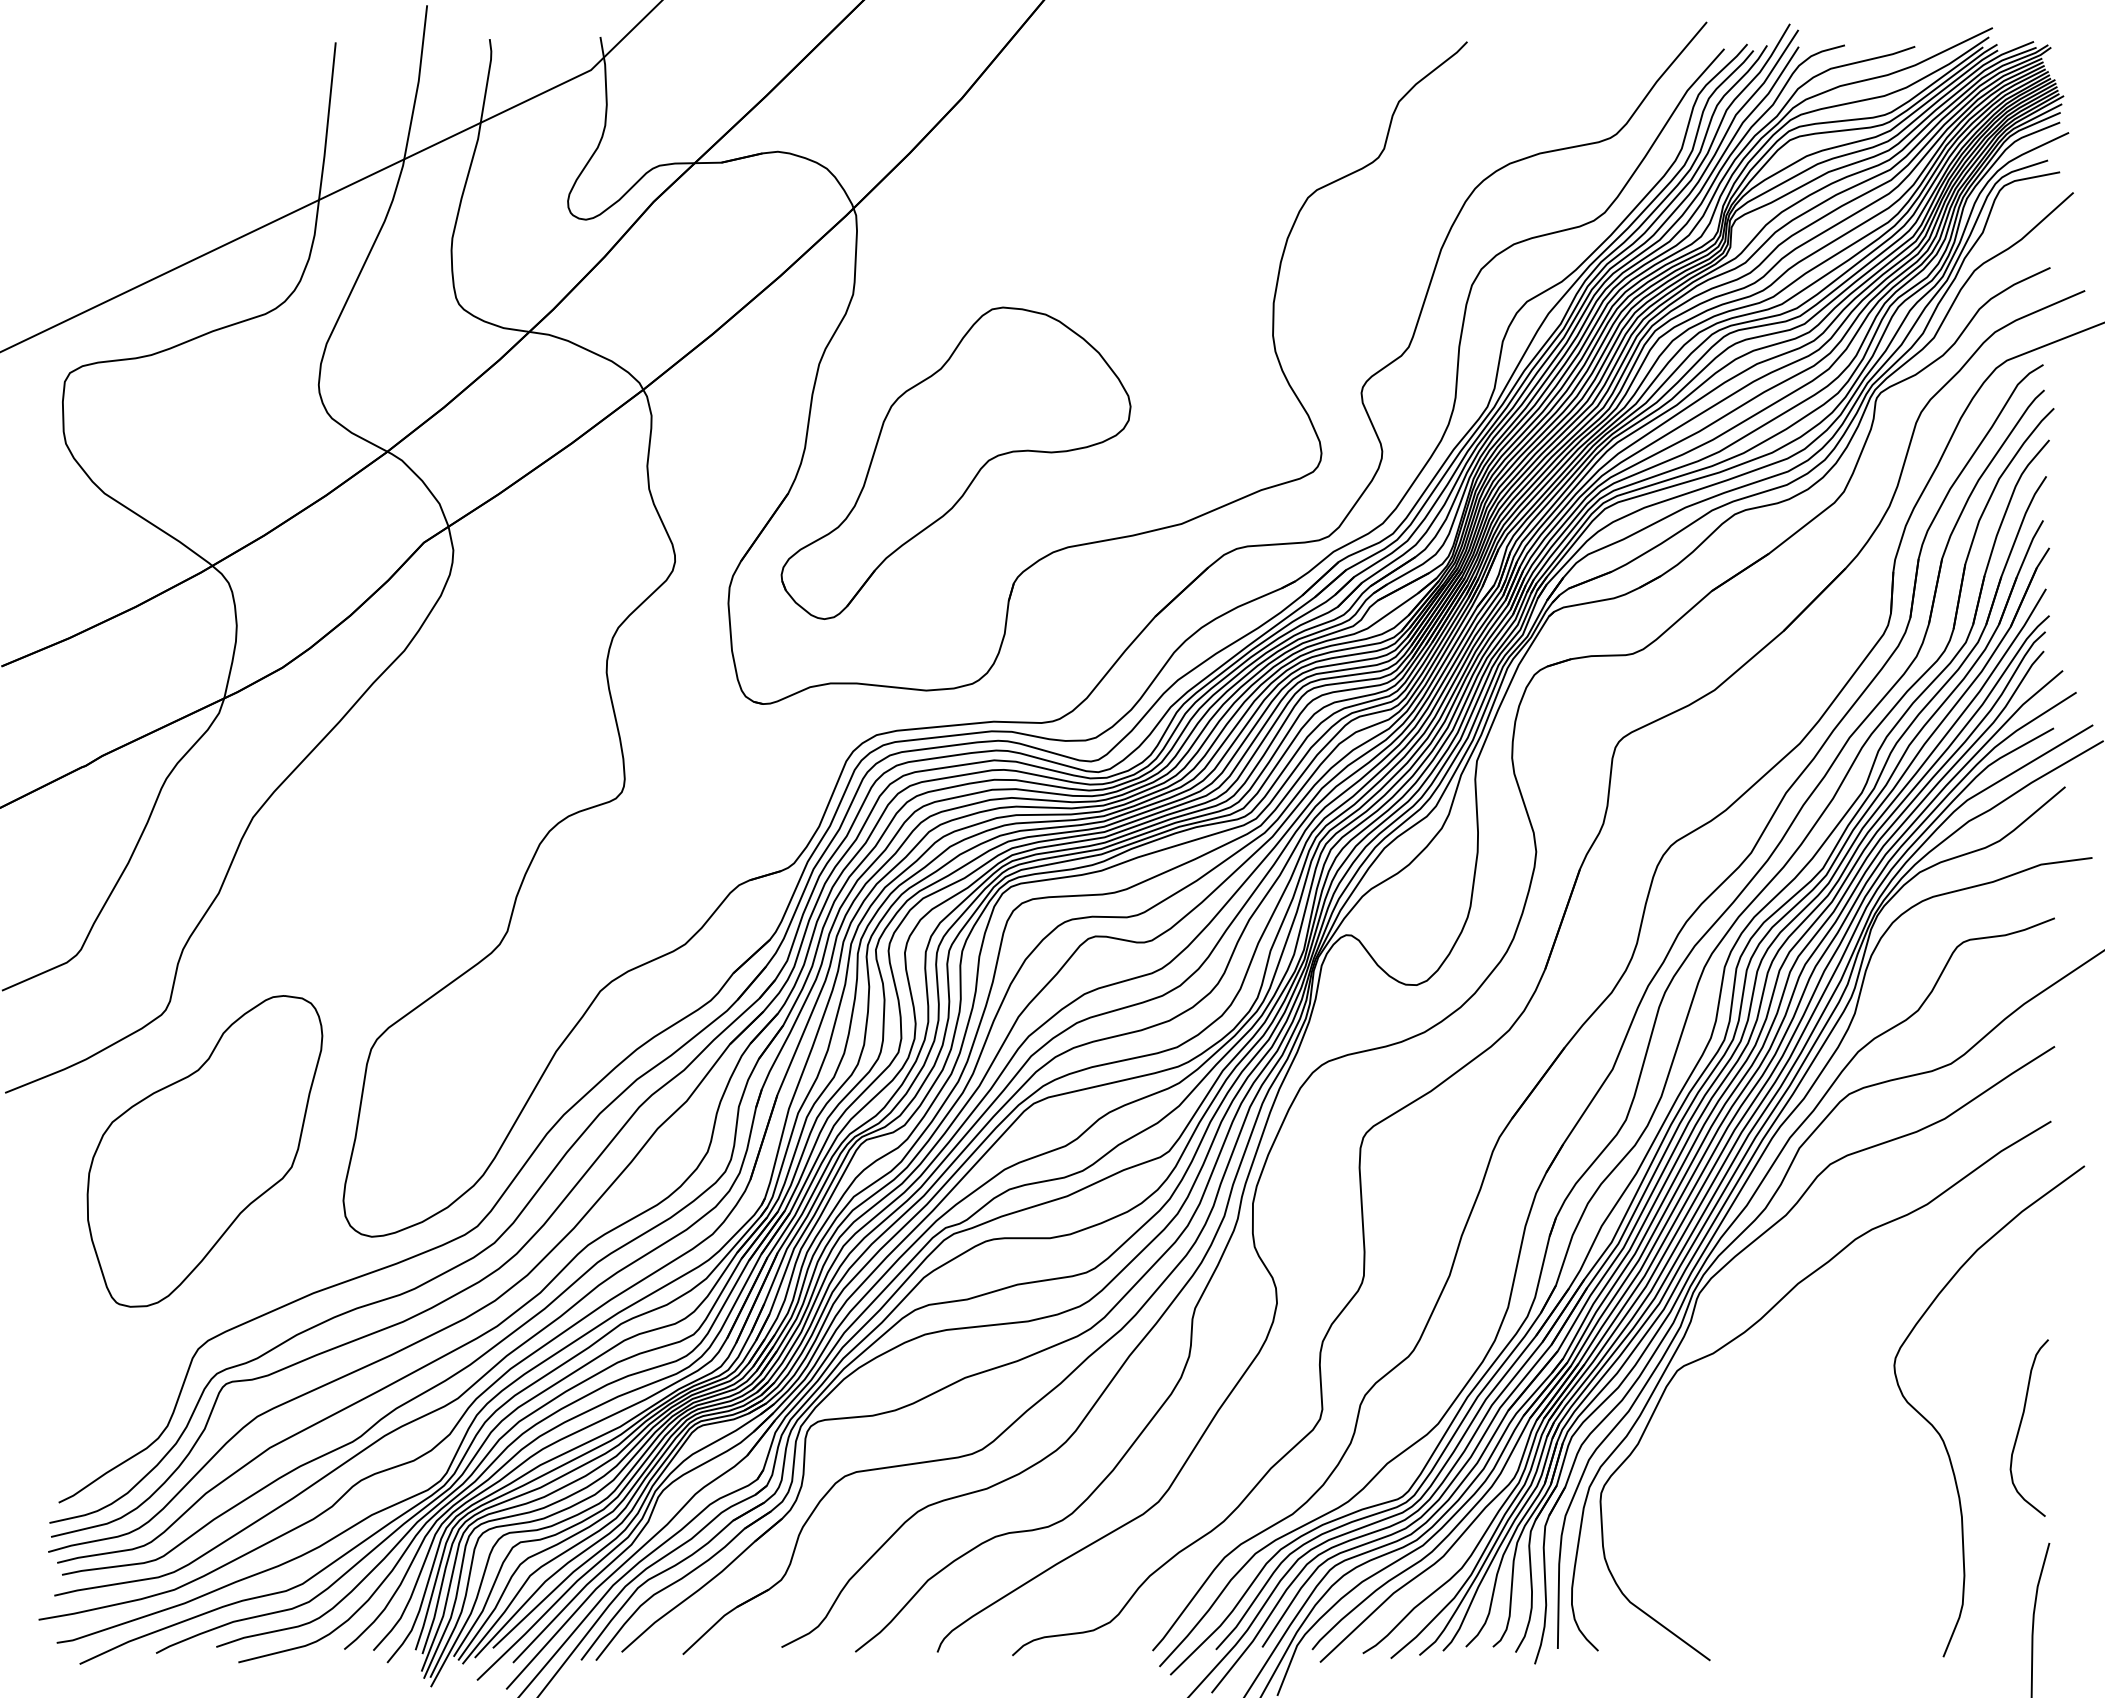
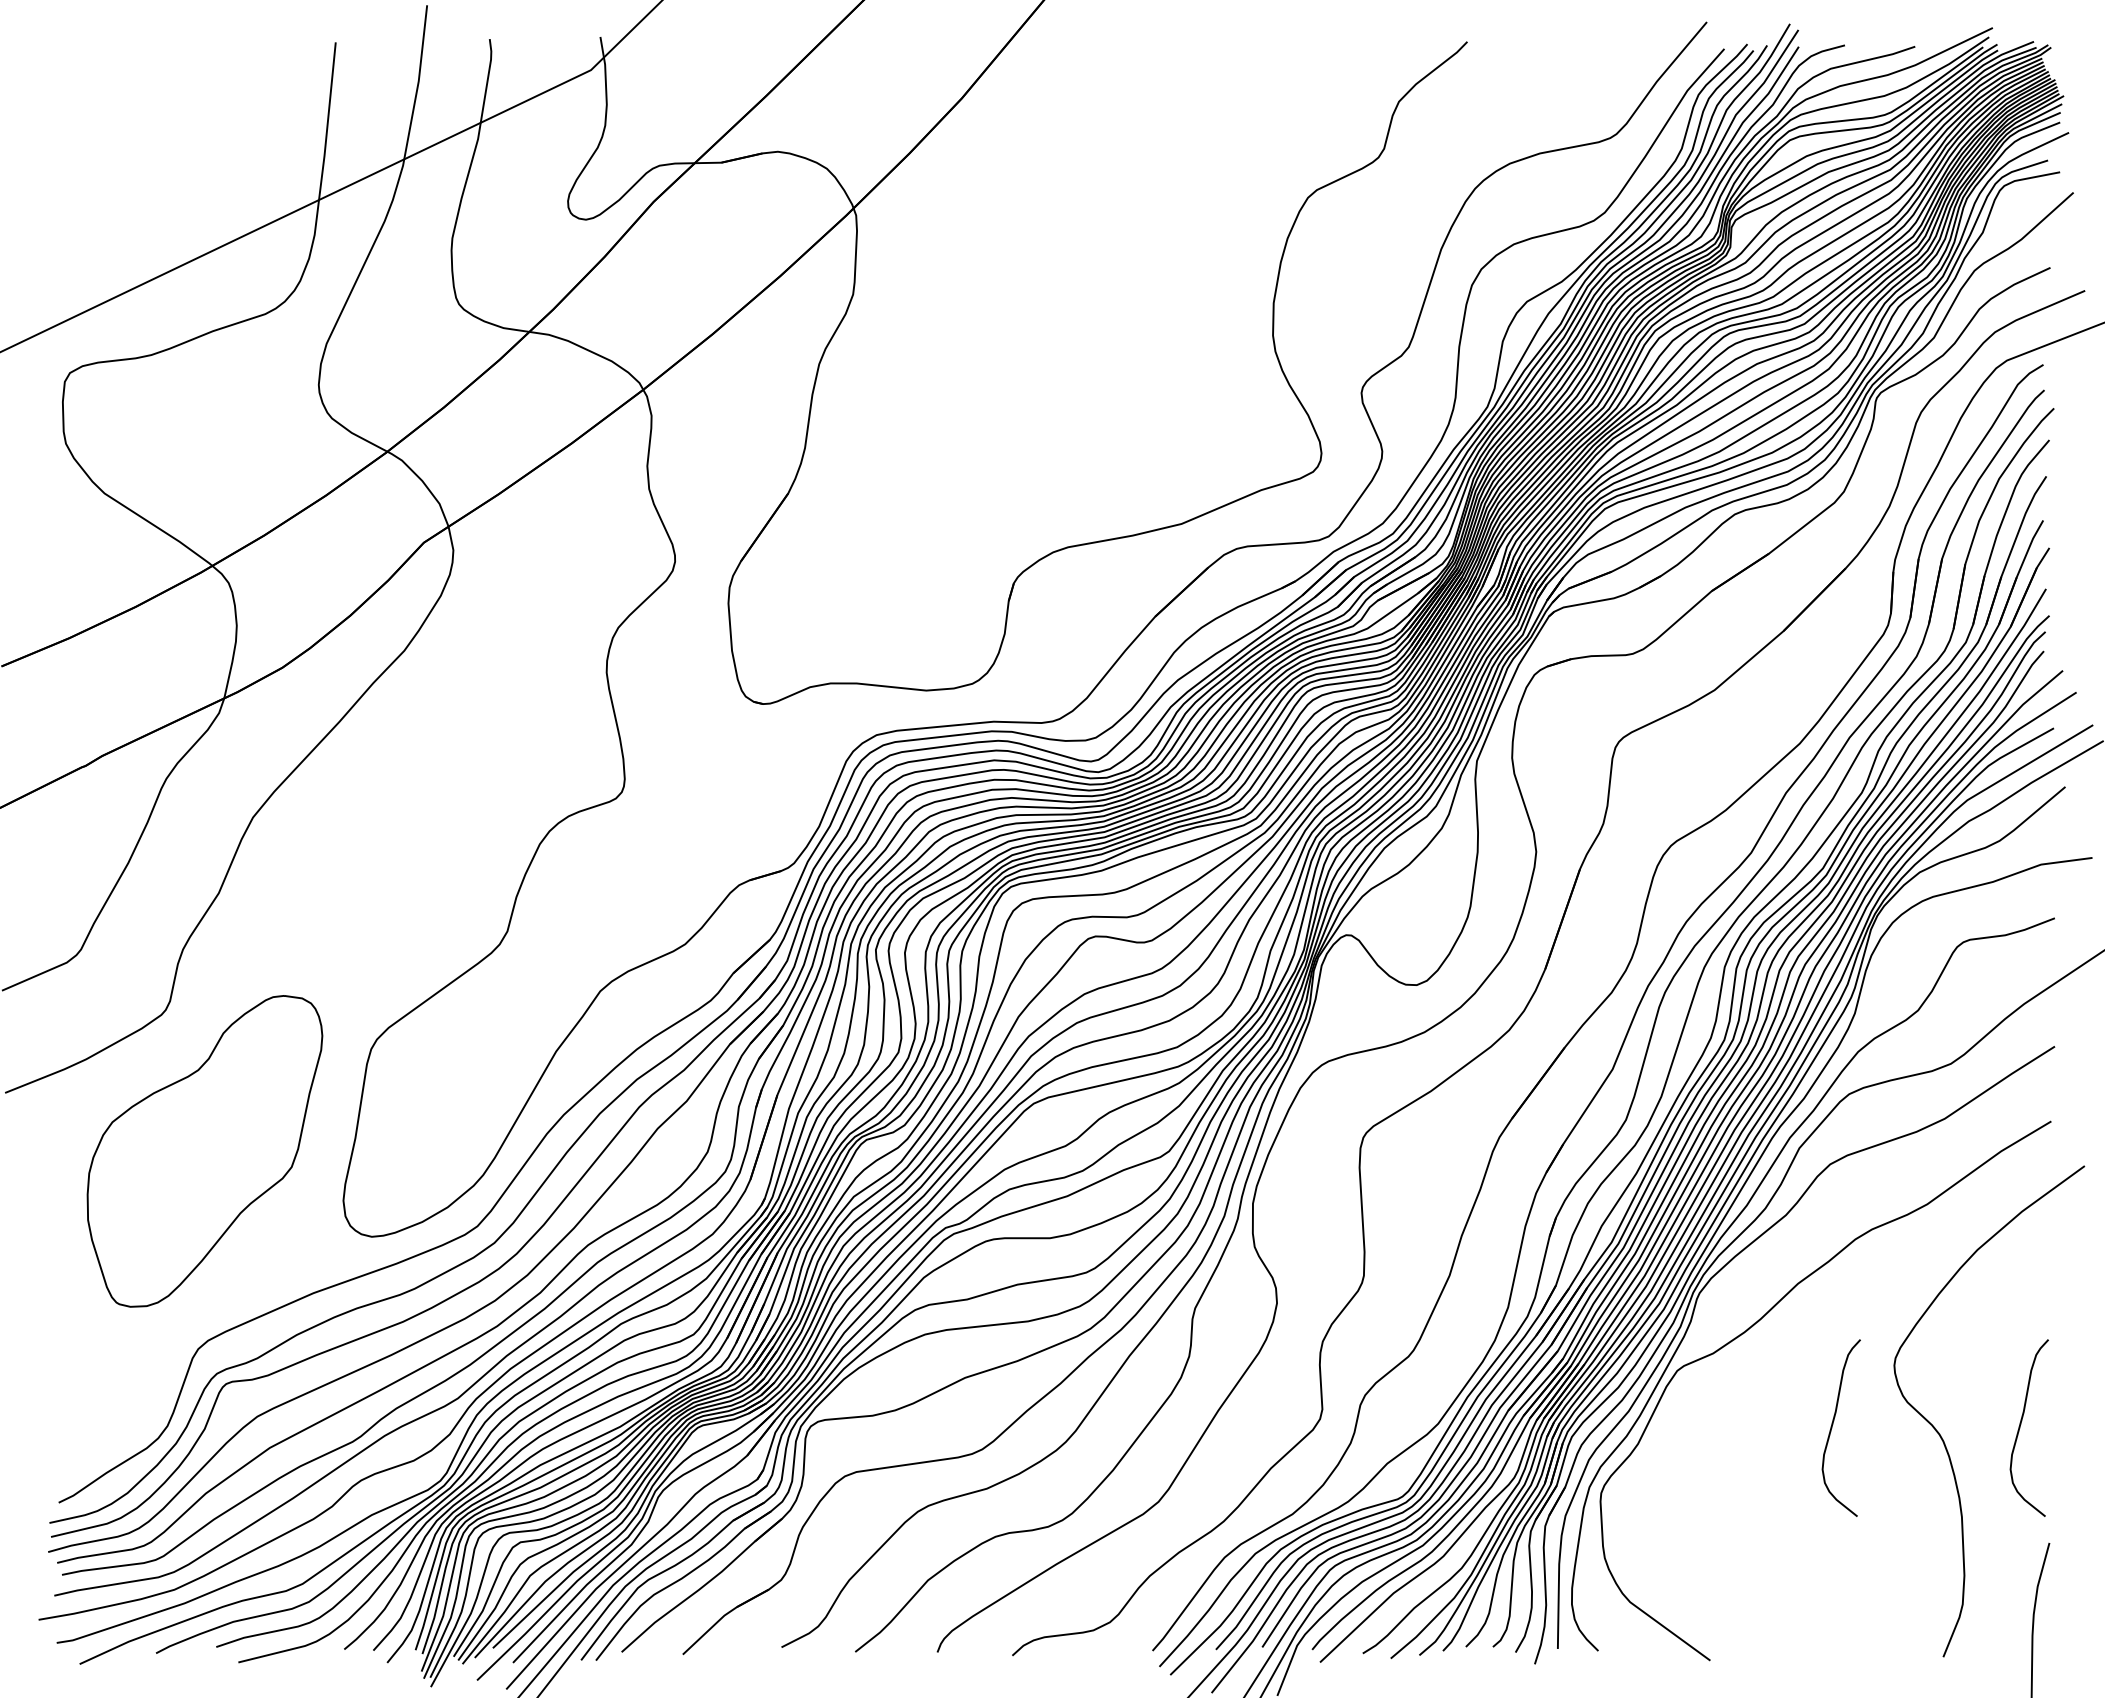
part at (955, 462): present -> none
curve at (1833, 1424): none -> present
